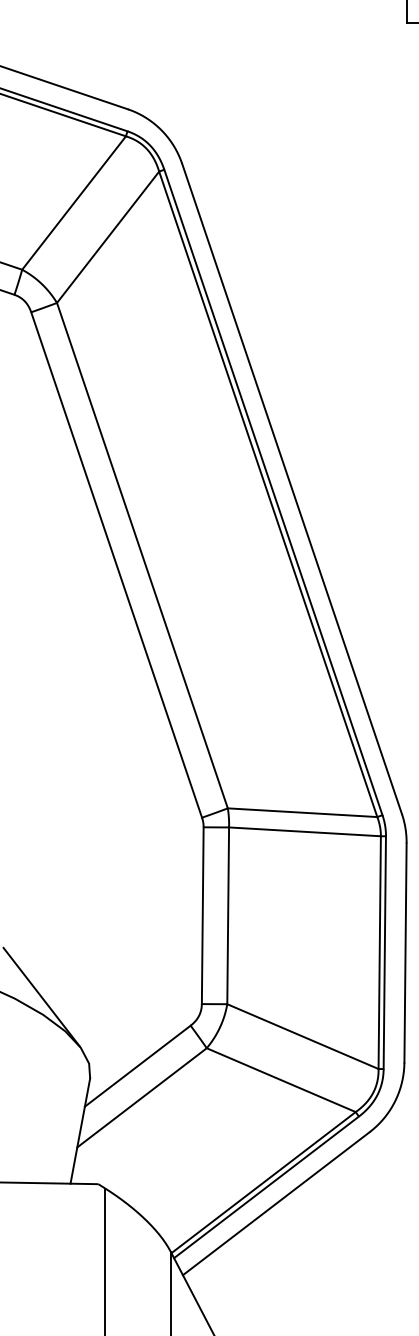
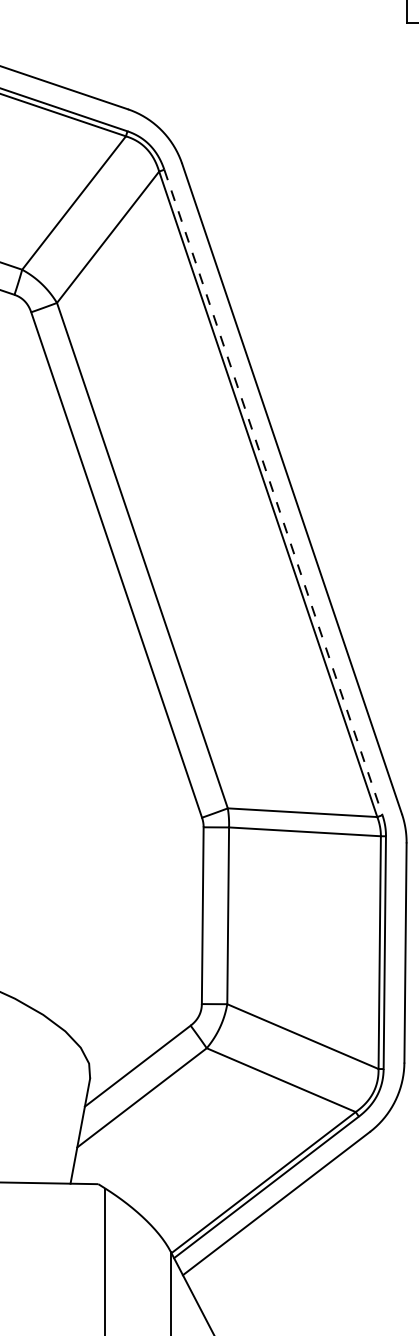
line at (273, 492): solid -> dashed
line at (41, 996): present -> none
